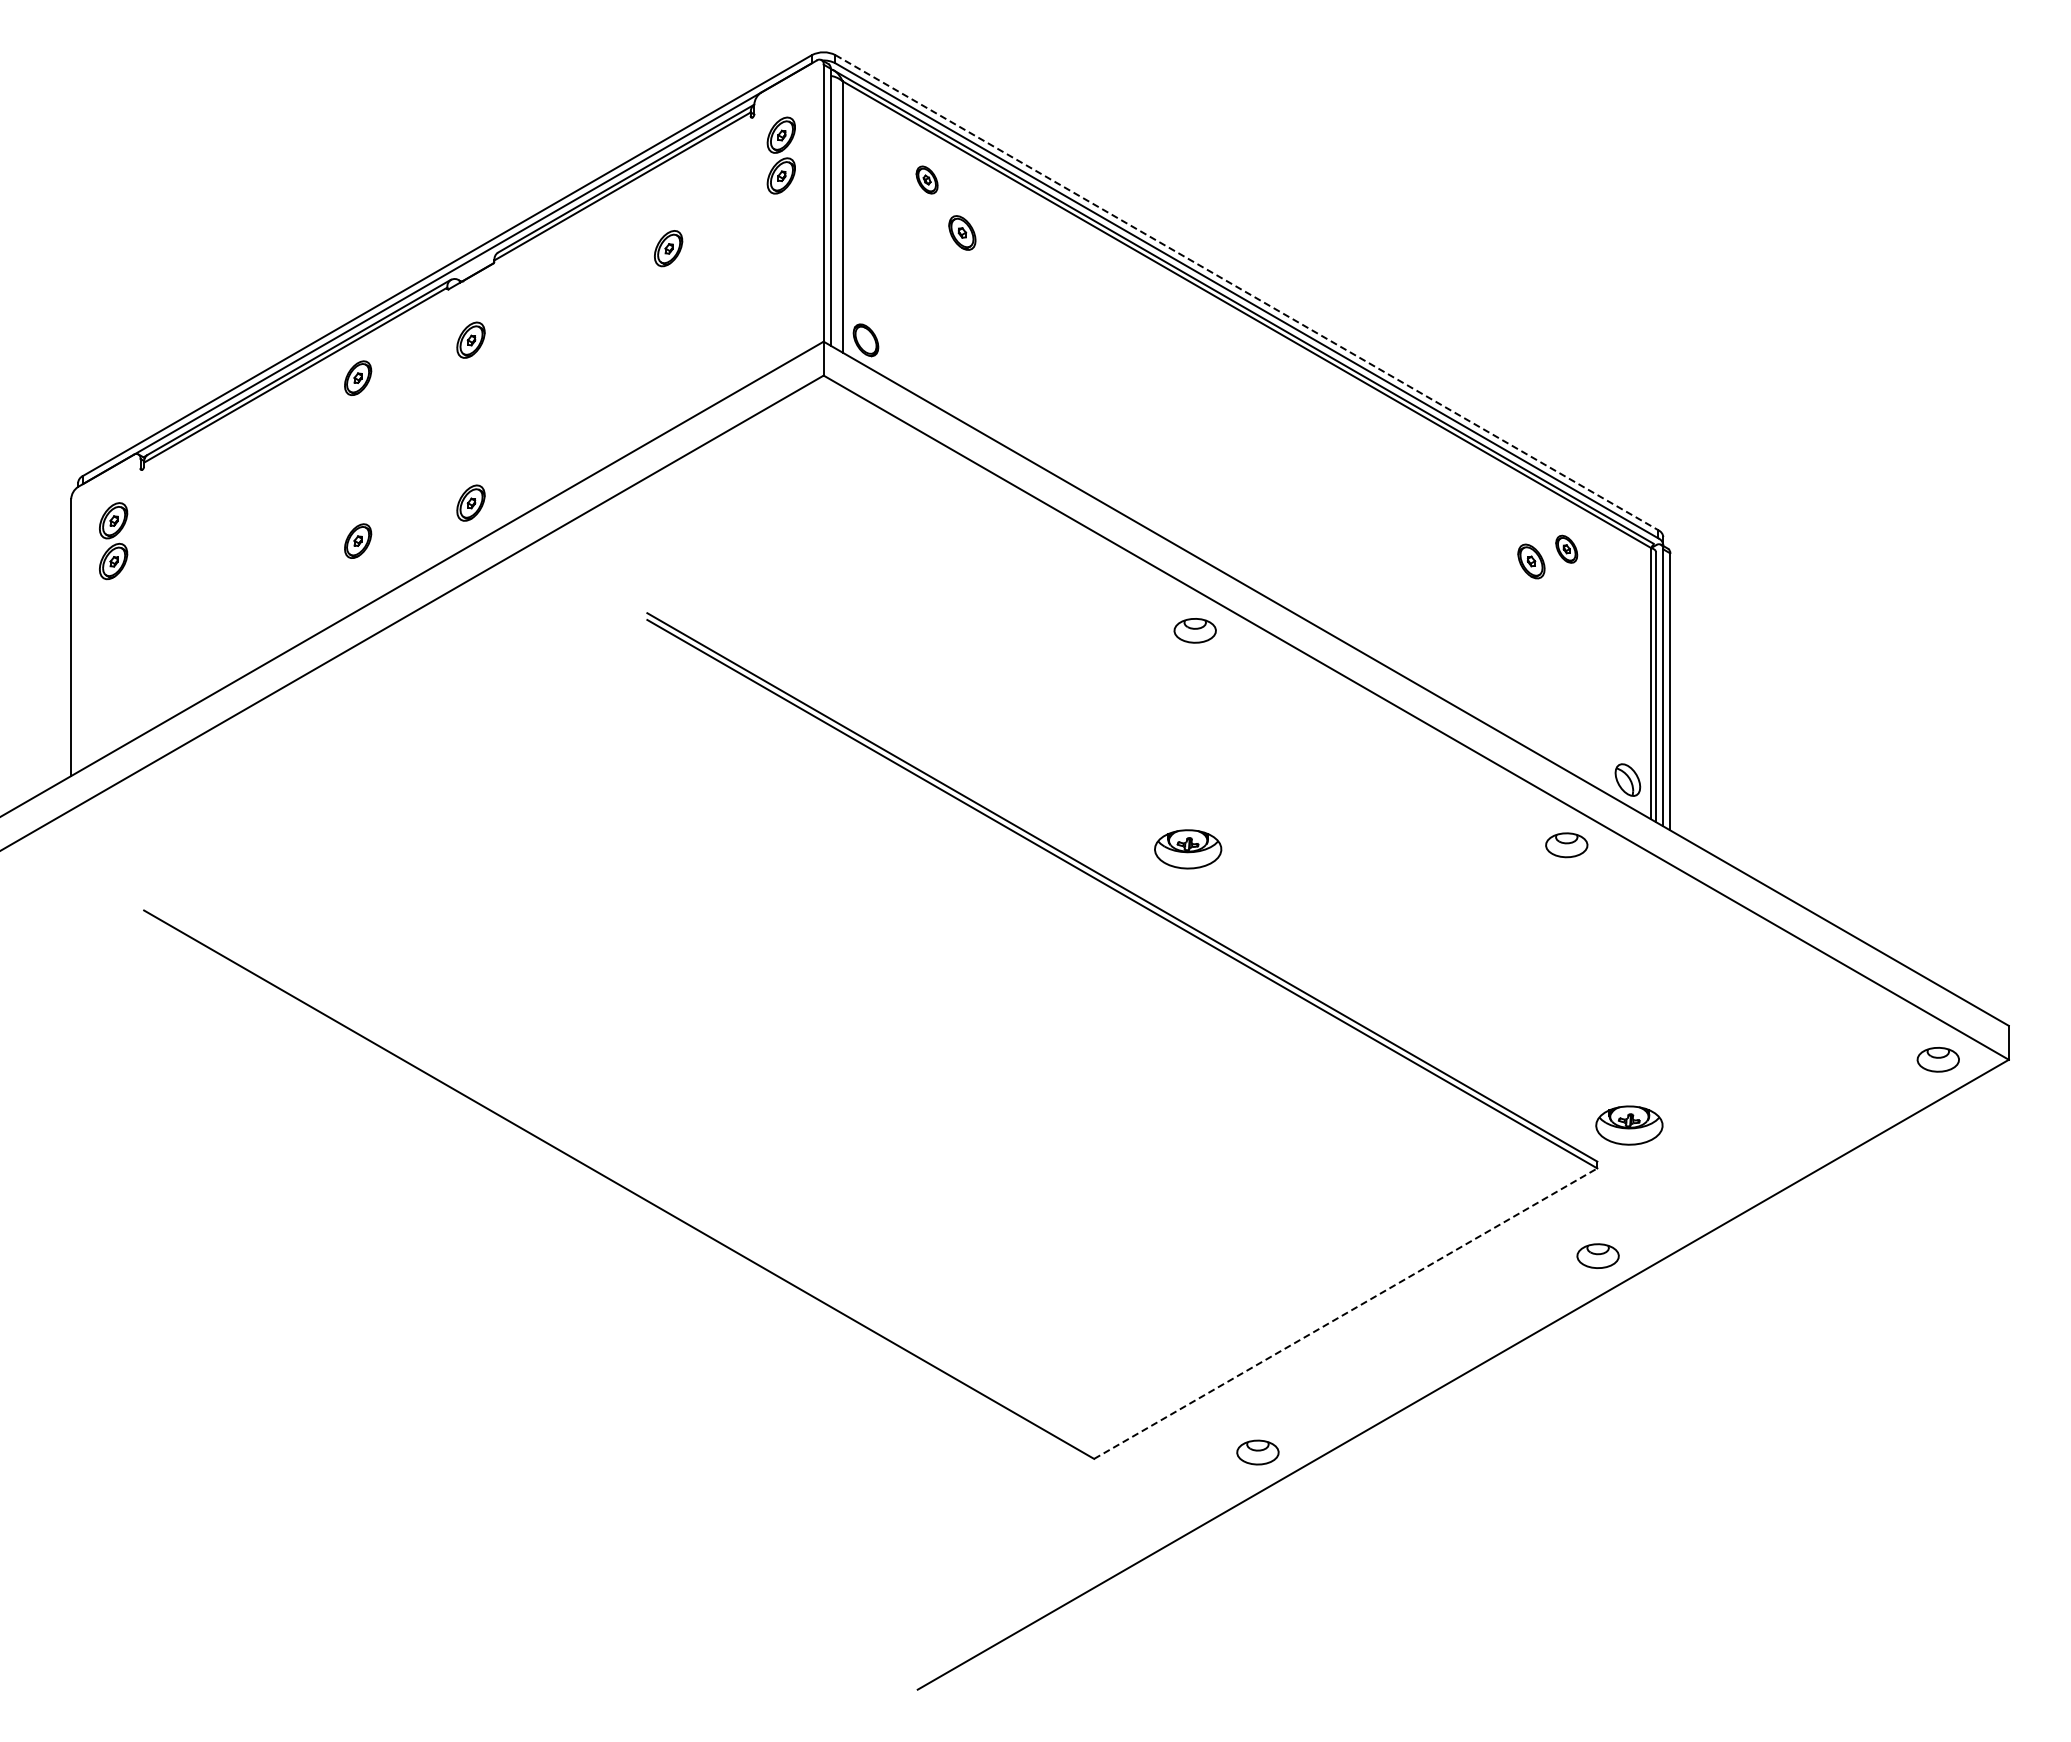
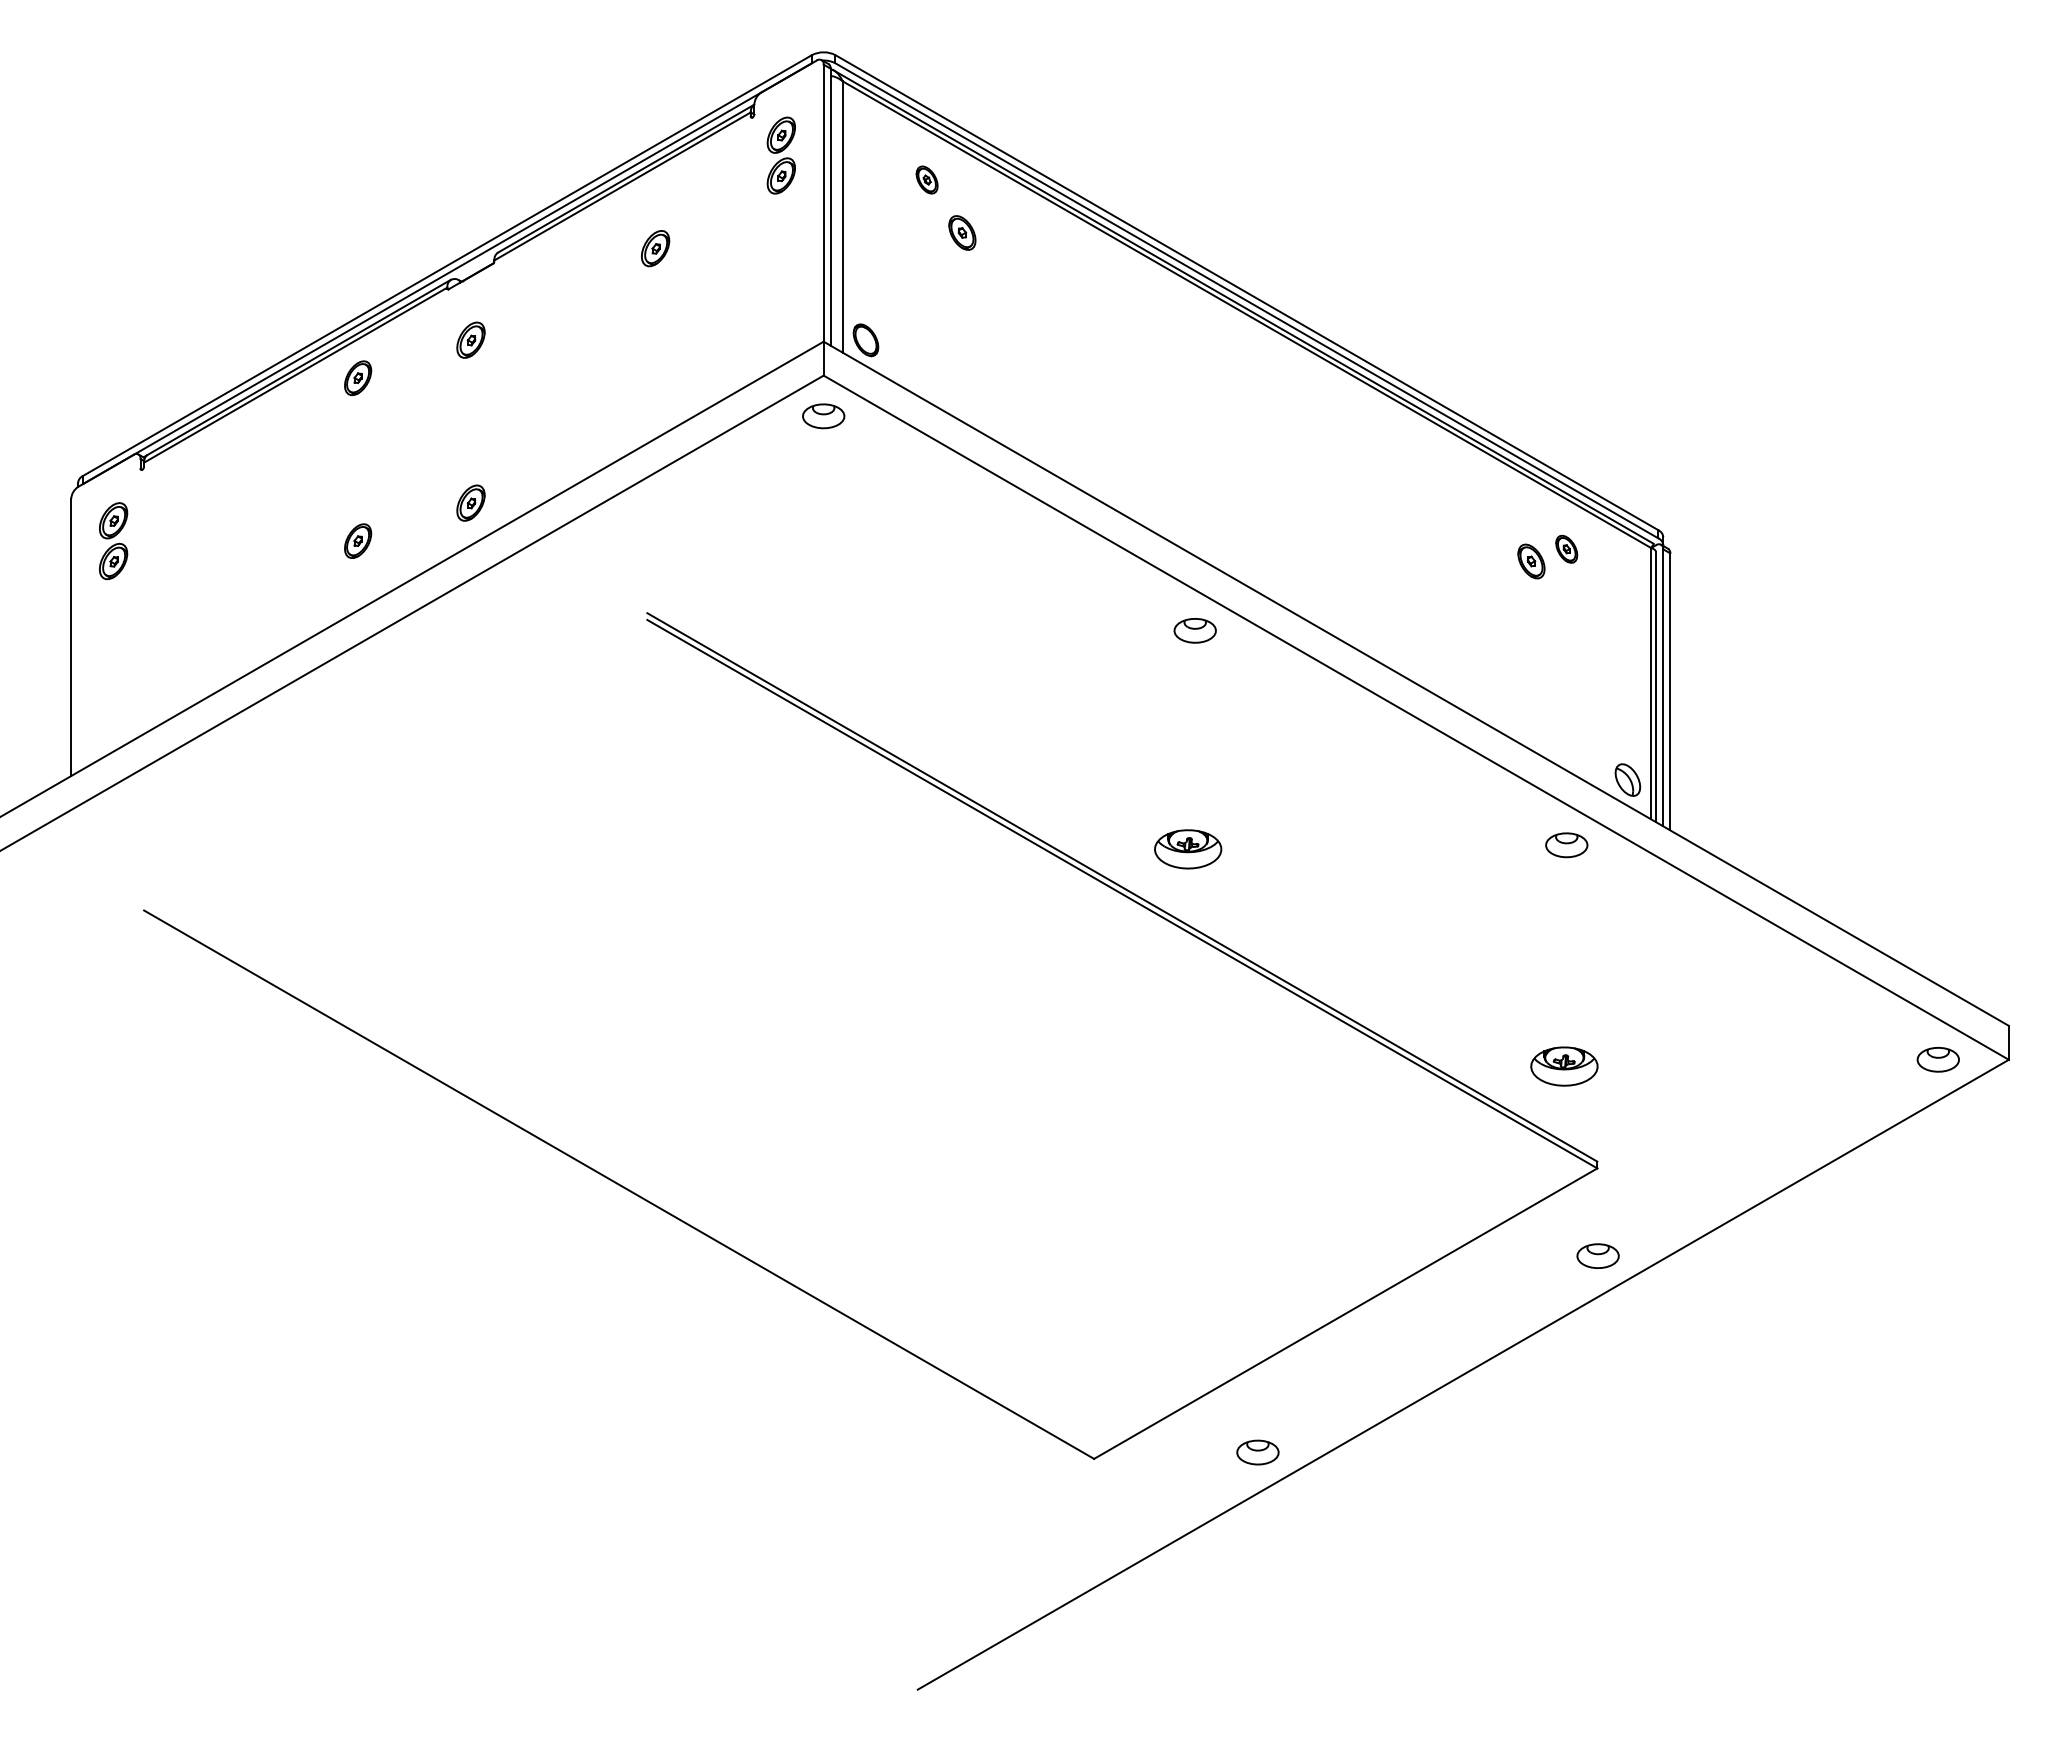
part at (668, 248) position: (668, 248) -> (655, 248)
line at (1247, 292): dashed -> solid
part at (823, 416): none -> present
part at (1629, 1125) position: (1629, 1125) -> (1564, 1066)
line at (1345, 1313): dashed -> solid
